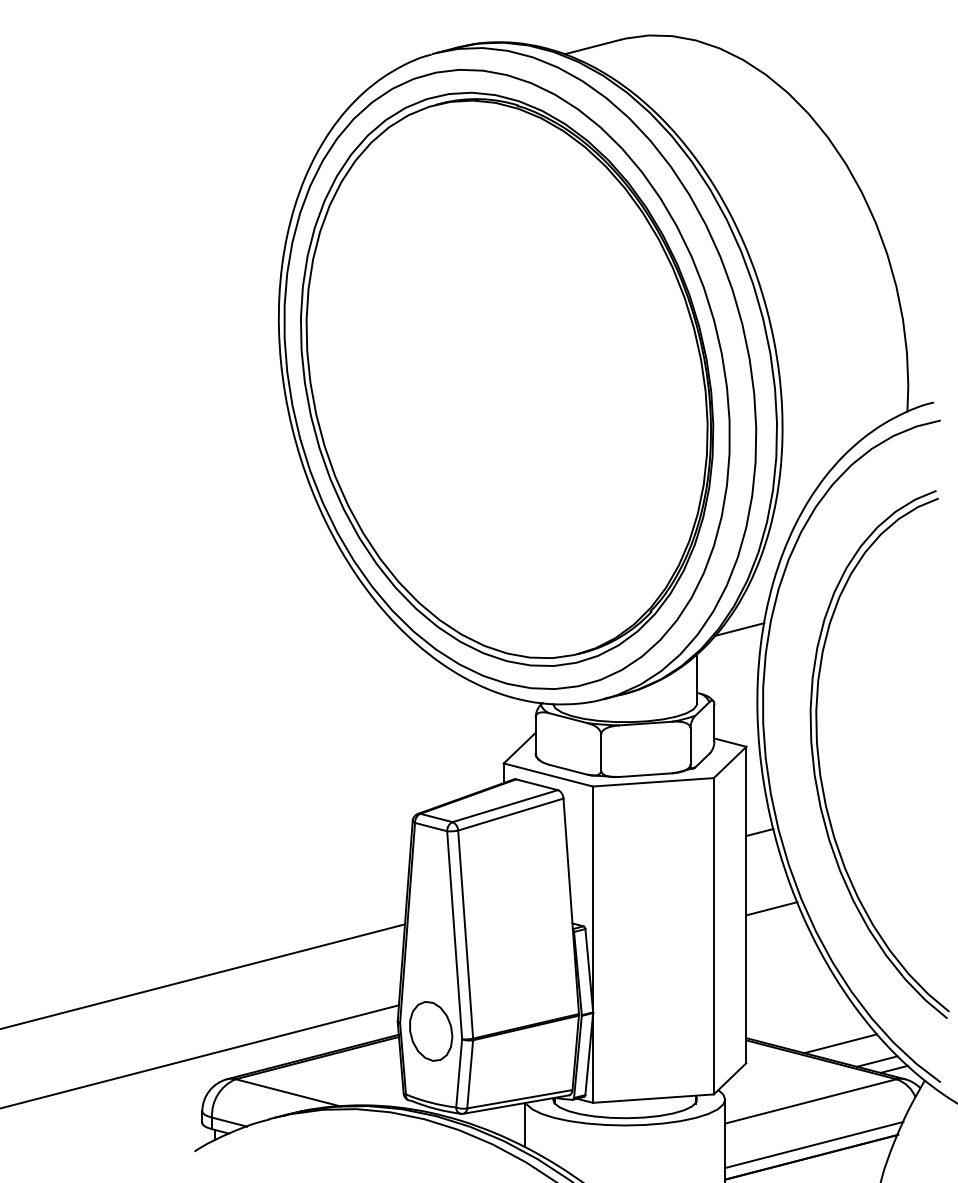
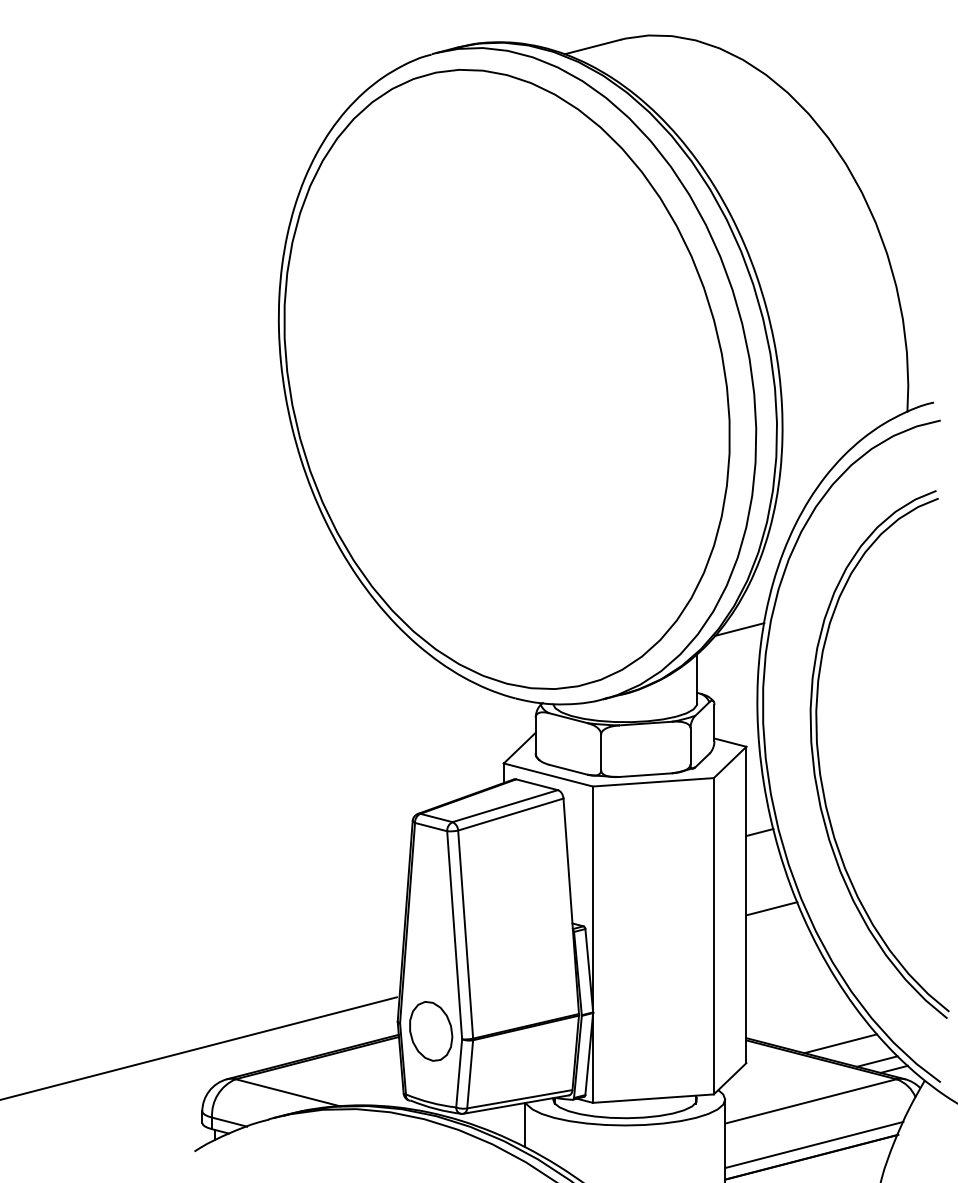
part at (507, 378): present -> none
line at (203, 976): present -> none
line at (200, 1056) position: (200, 1056) -> (199, 1048)
